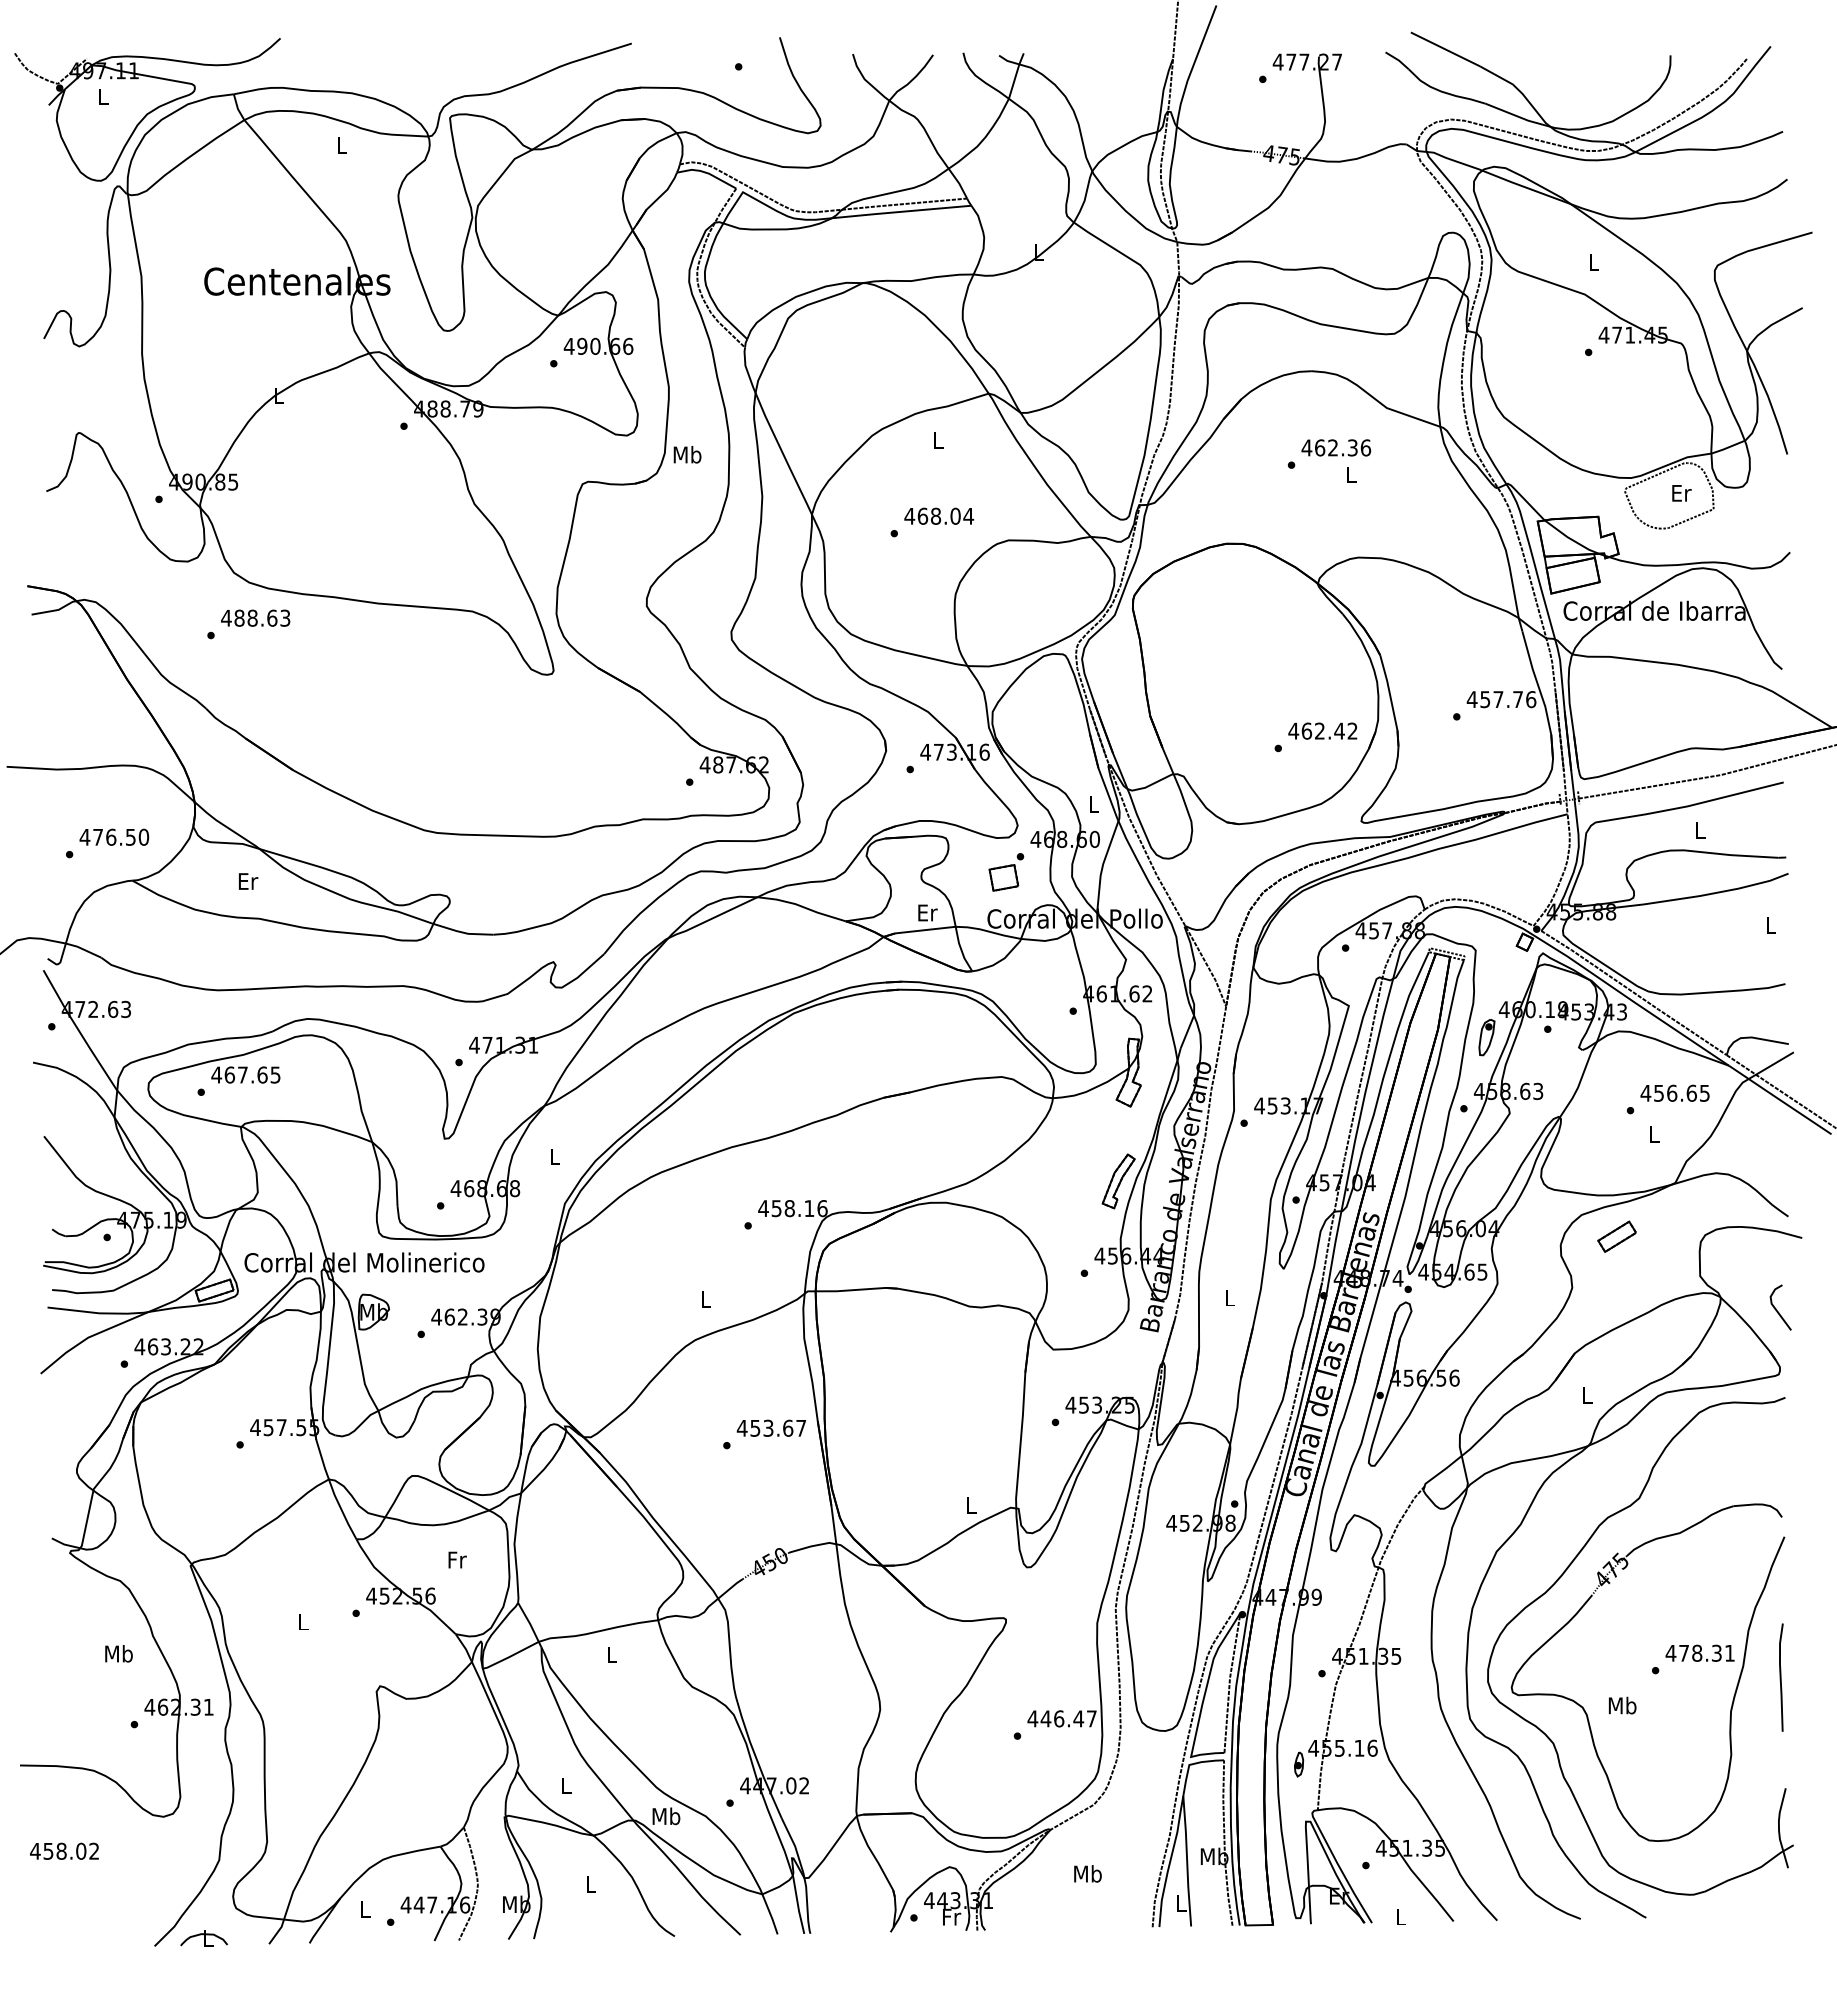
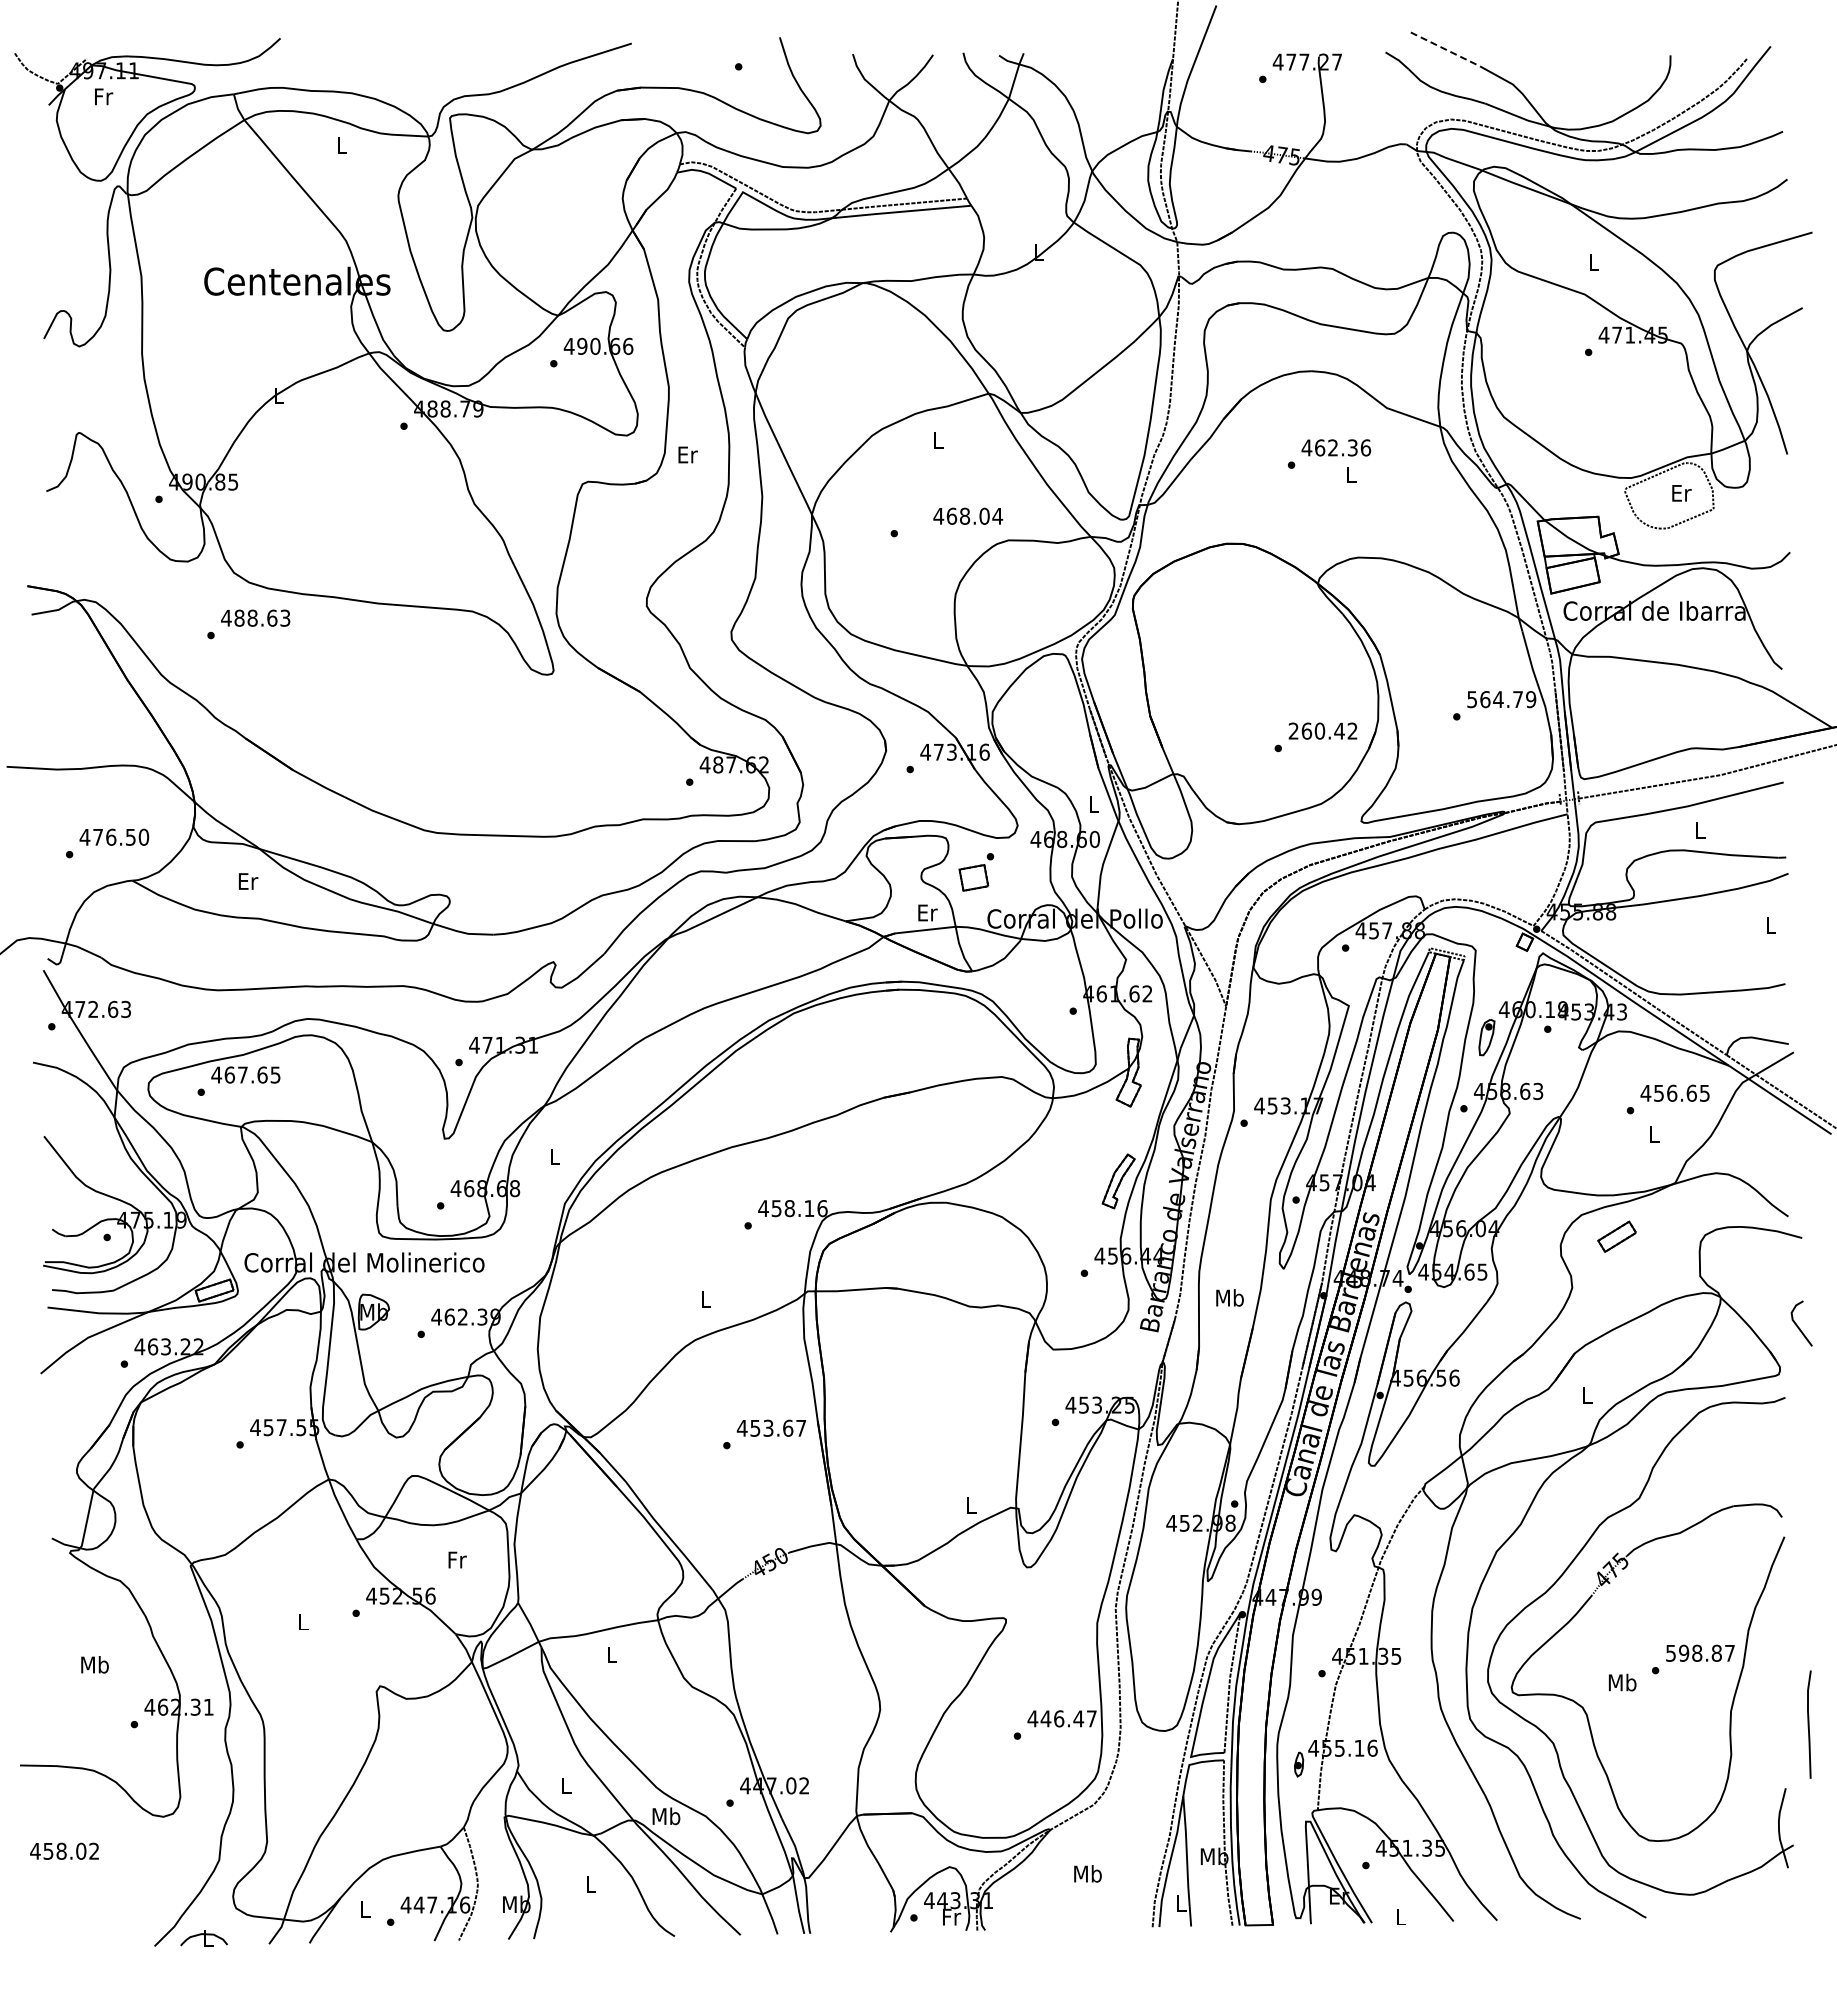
line at (1445, 49): solid -> dashed
text at (104, 96): L -> Fr
text at (687, 454): Mb -> Er
text at (939, 515) position: (939, 515) -> (968, 515)
text at (1501, 699): 457.76 -> 564.79
text at (1306, 730): 462.42 -> 260.42
part at (1006, 872) position: (1006, 872) -> (976, 872)
text at (1229, 1297): L -> Mb
line at (1776, 1308) position: (1776, 1308) -> (1797, 1324)
text at (1699, 1652): 478.31 -> 598.87
text at (118, 1653) position: (118, 1653) -> (94, 1664)
line at (1781, 1677) position: (1781, 1677) -> (1809, 1724)
text at (1622, 1705) position: (1622, 1705) -> (1622, 1682)
